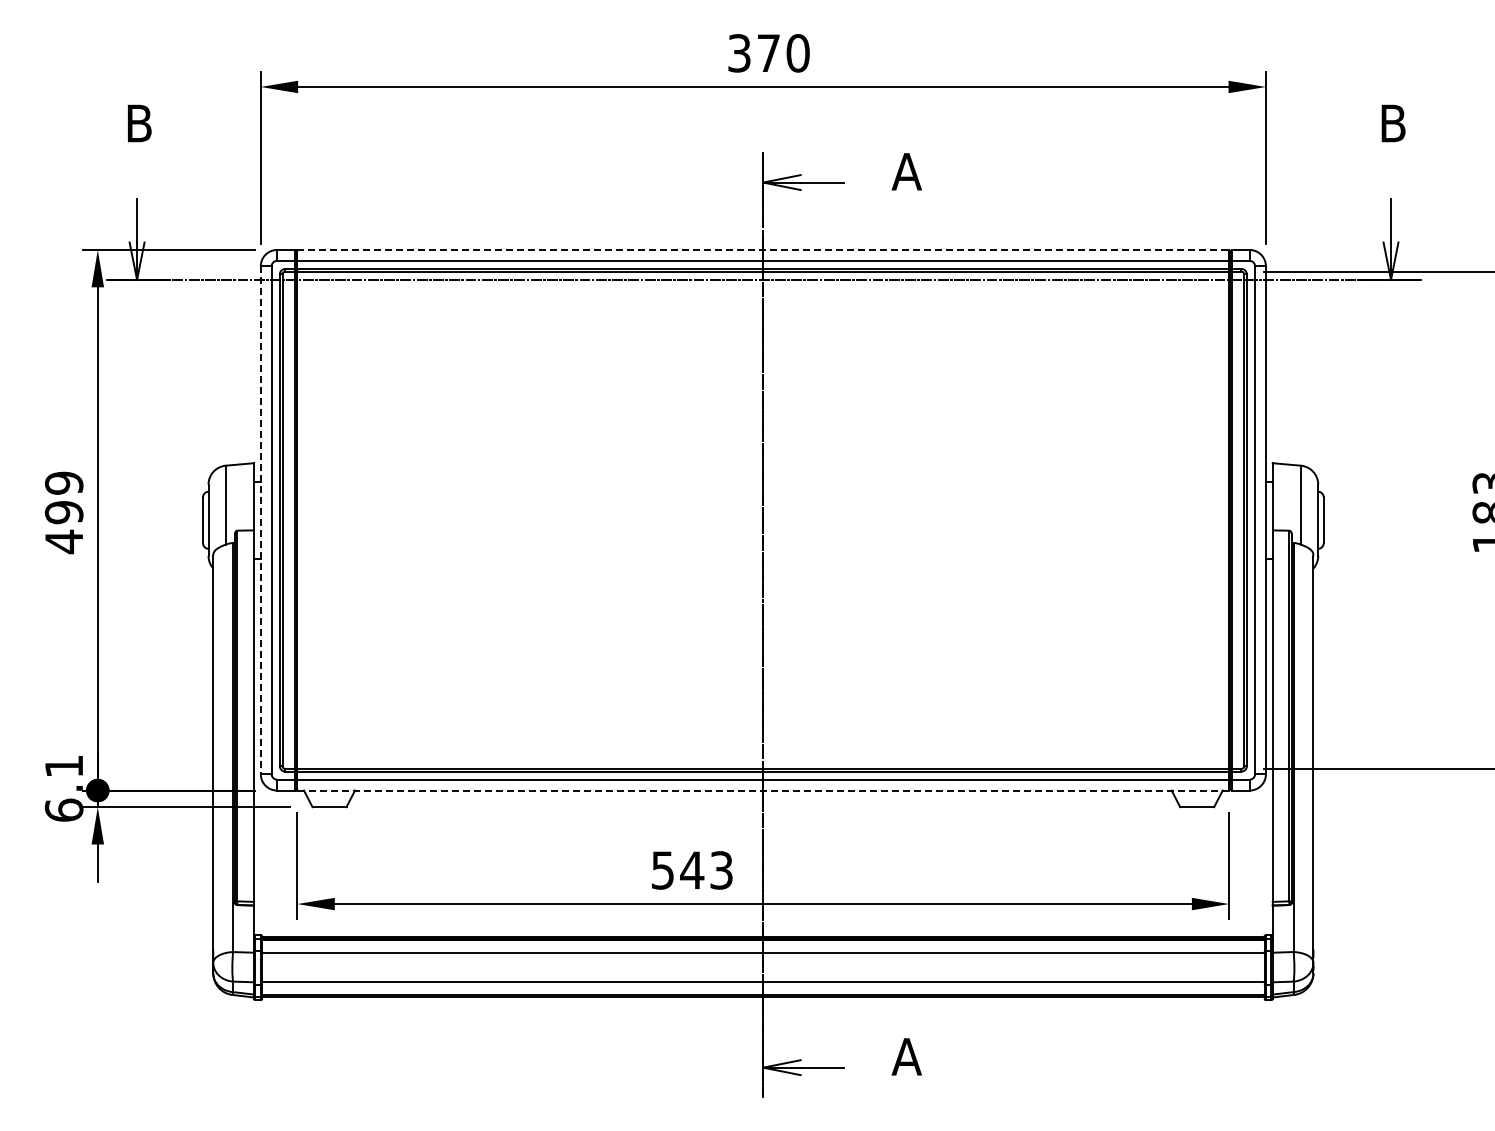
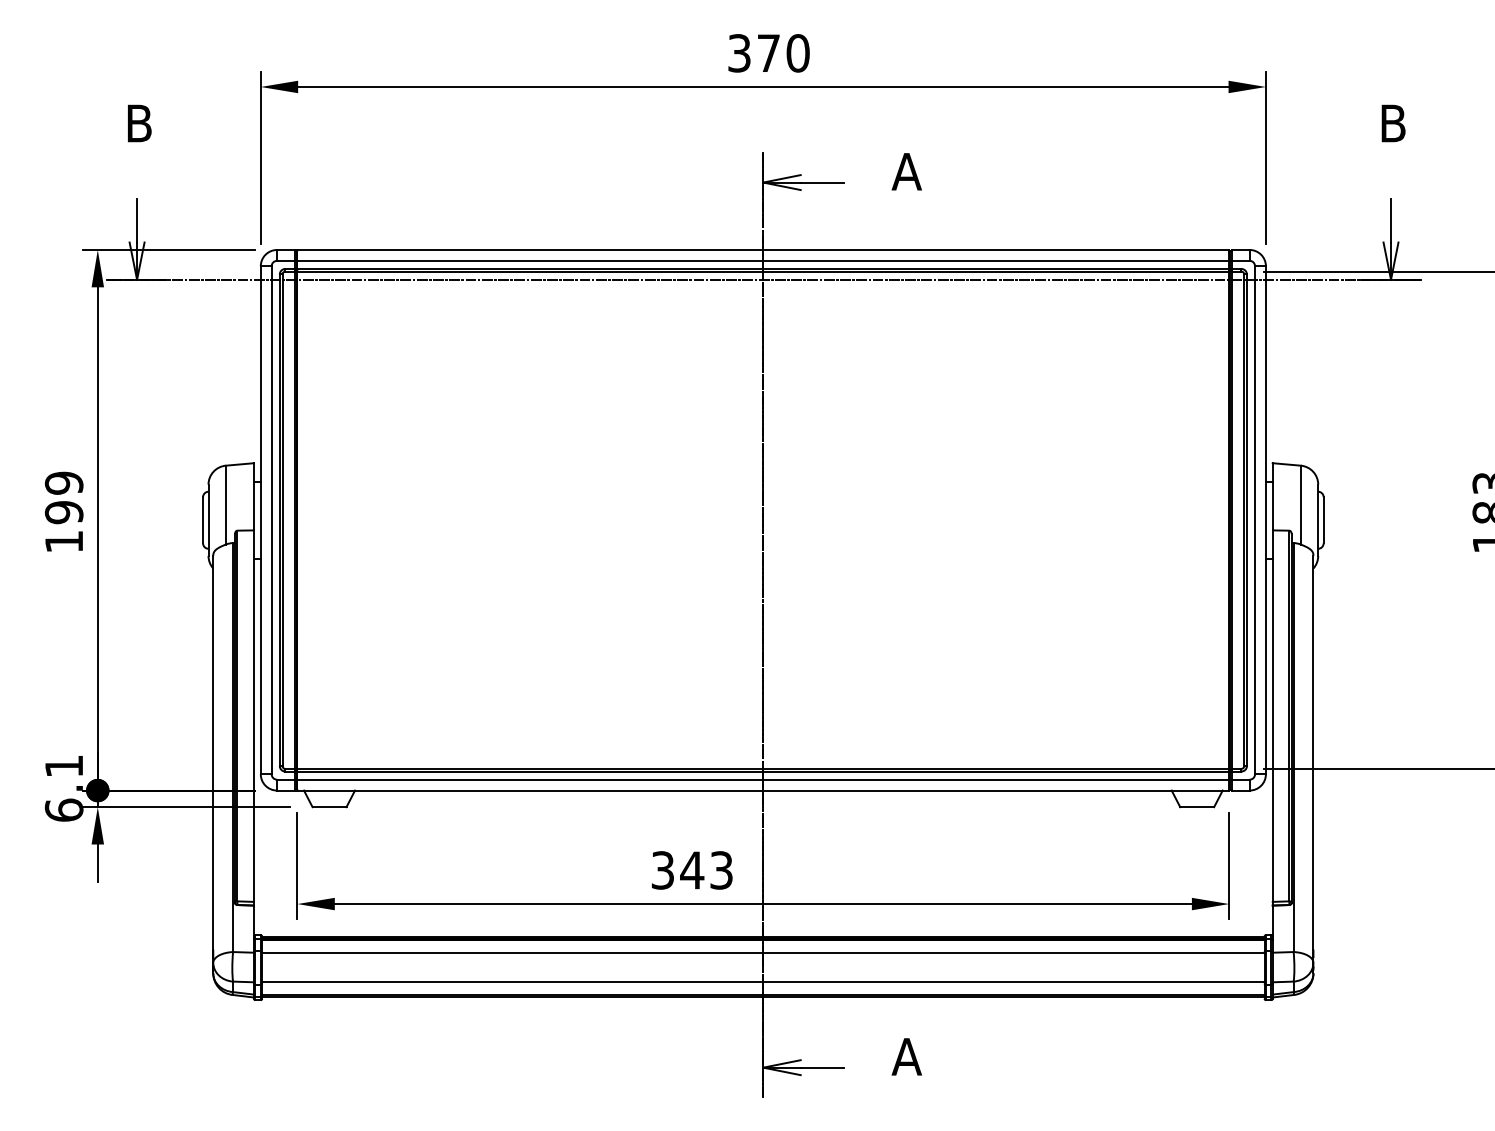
line at (763, 249): dashed -> solid
line at (260, 520): dashed -> solid
text at (63, 541): 499 -> 199
line at (763, 790): dashed -> solid
text at (662, 870): 543 -> 343
